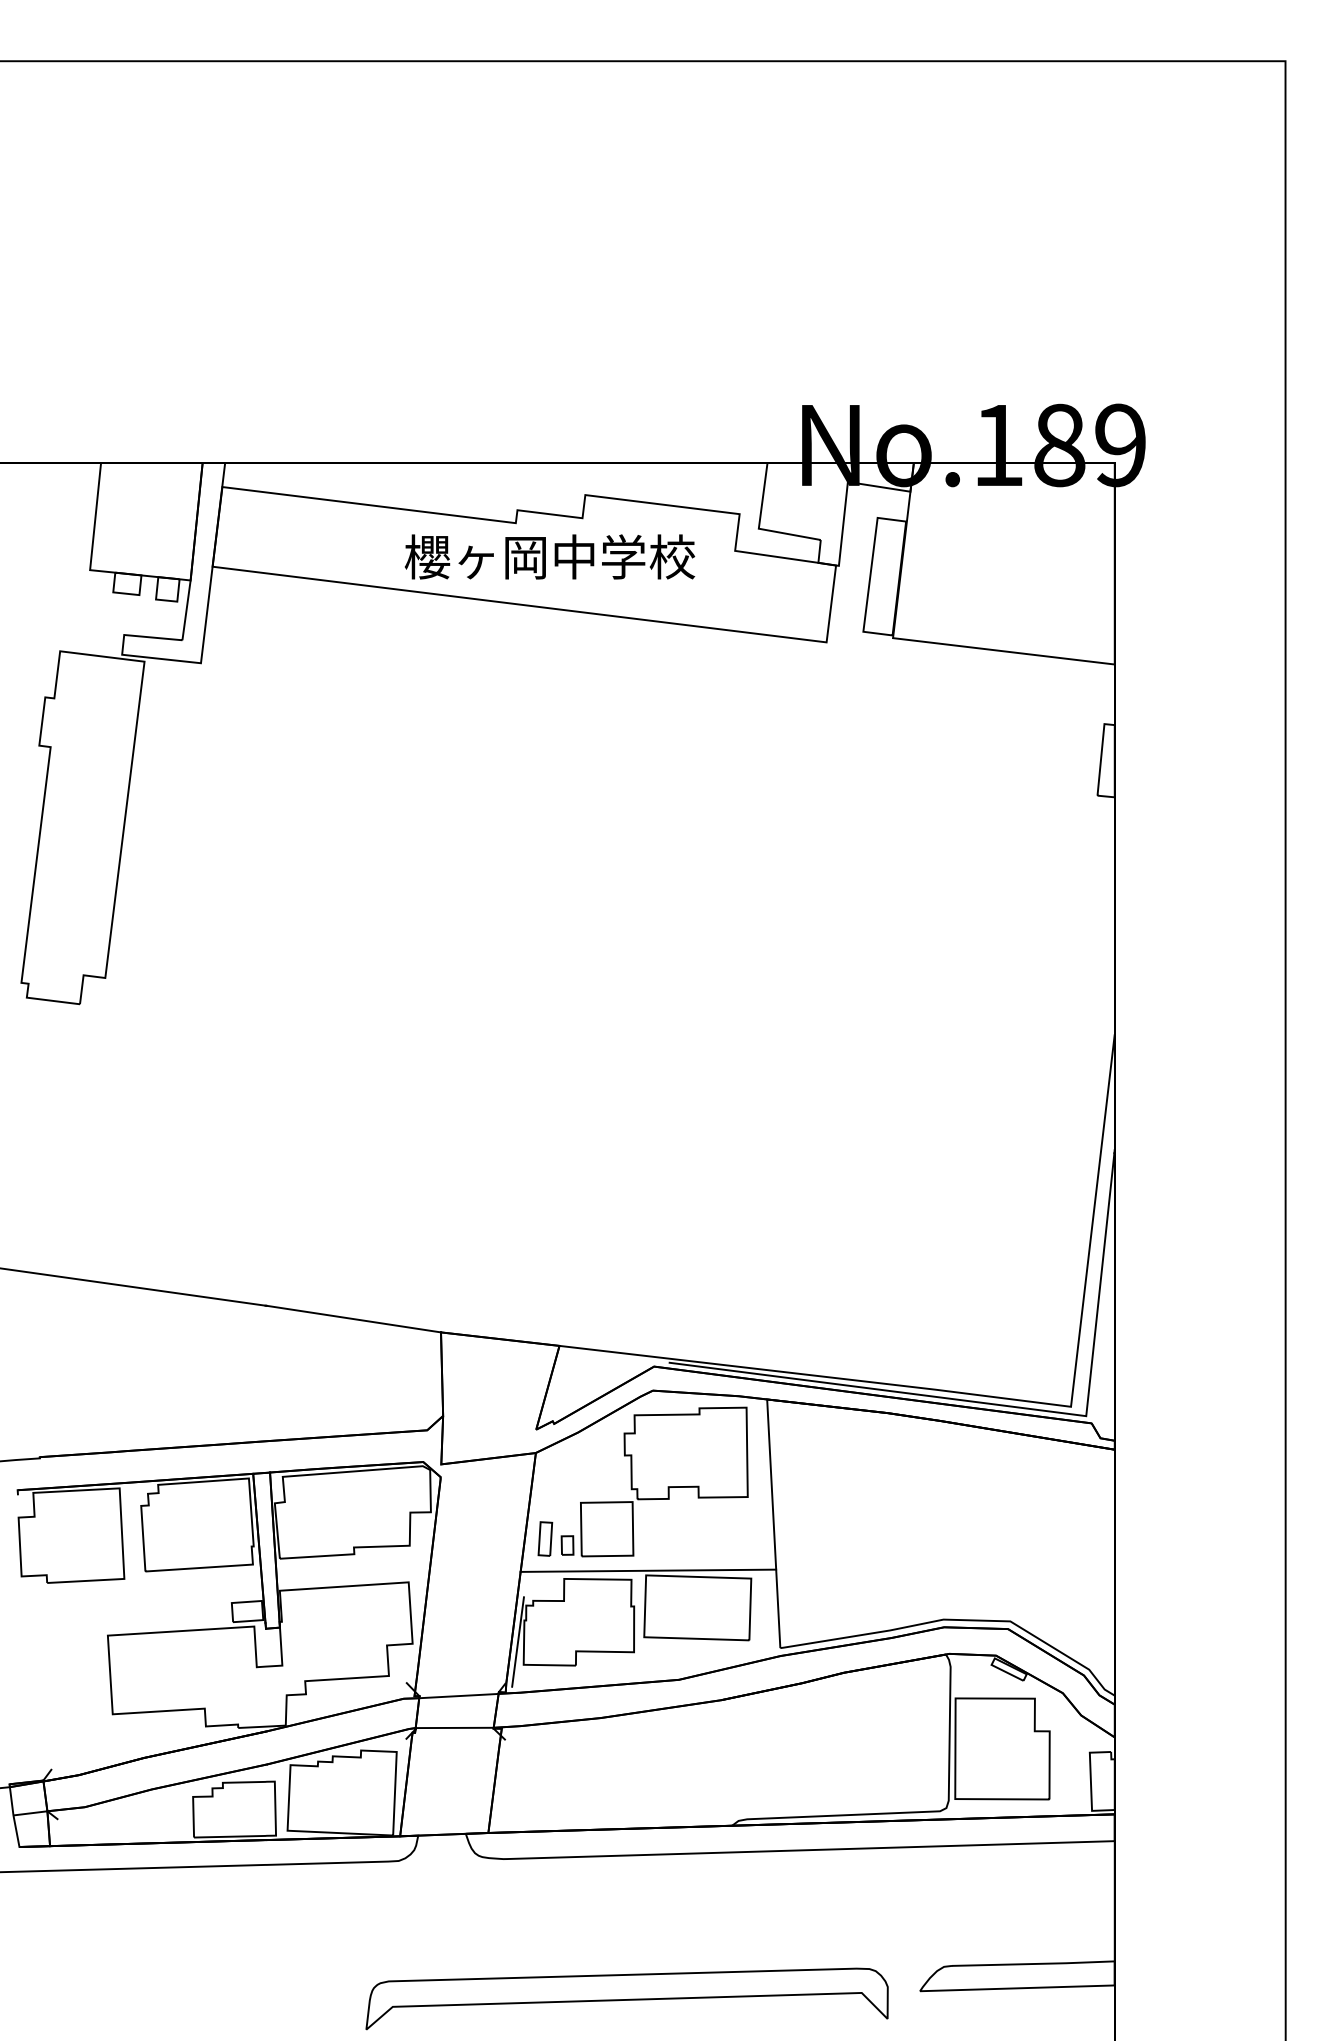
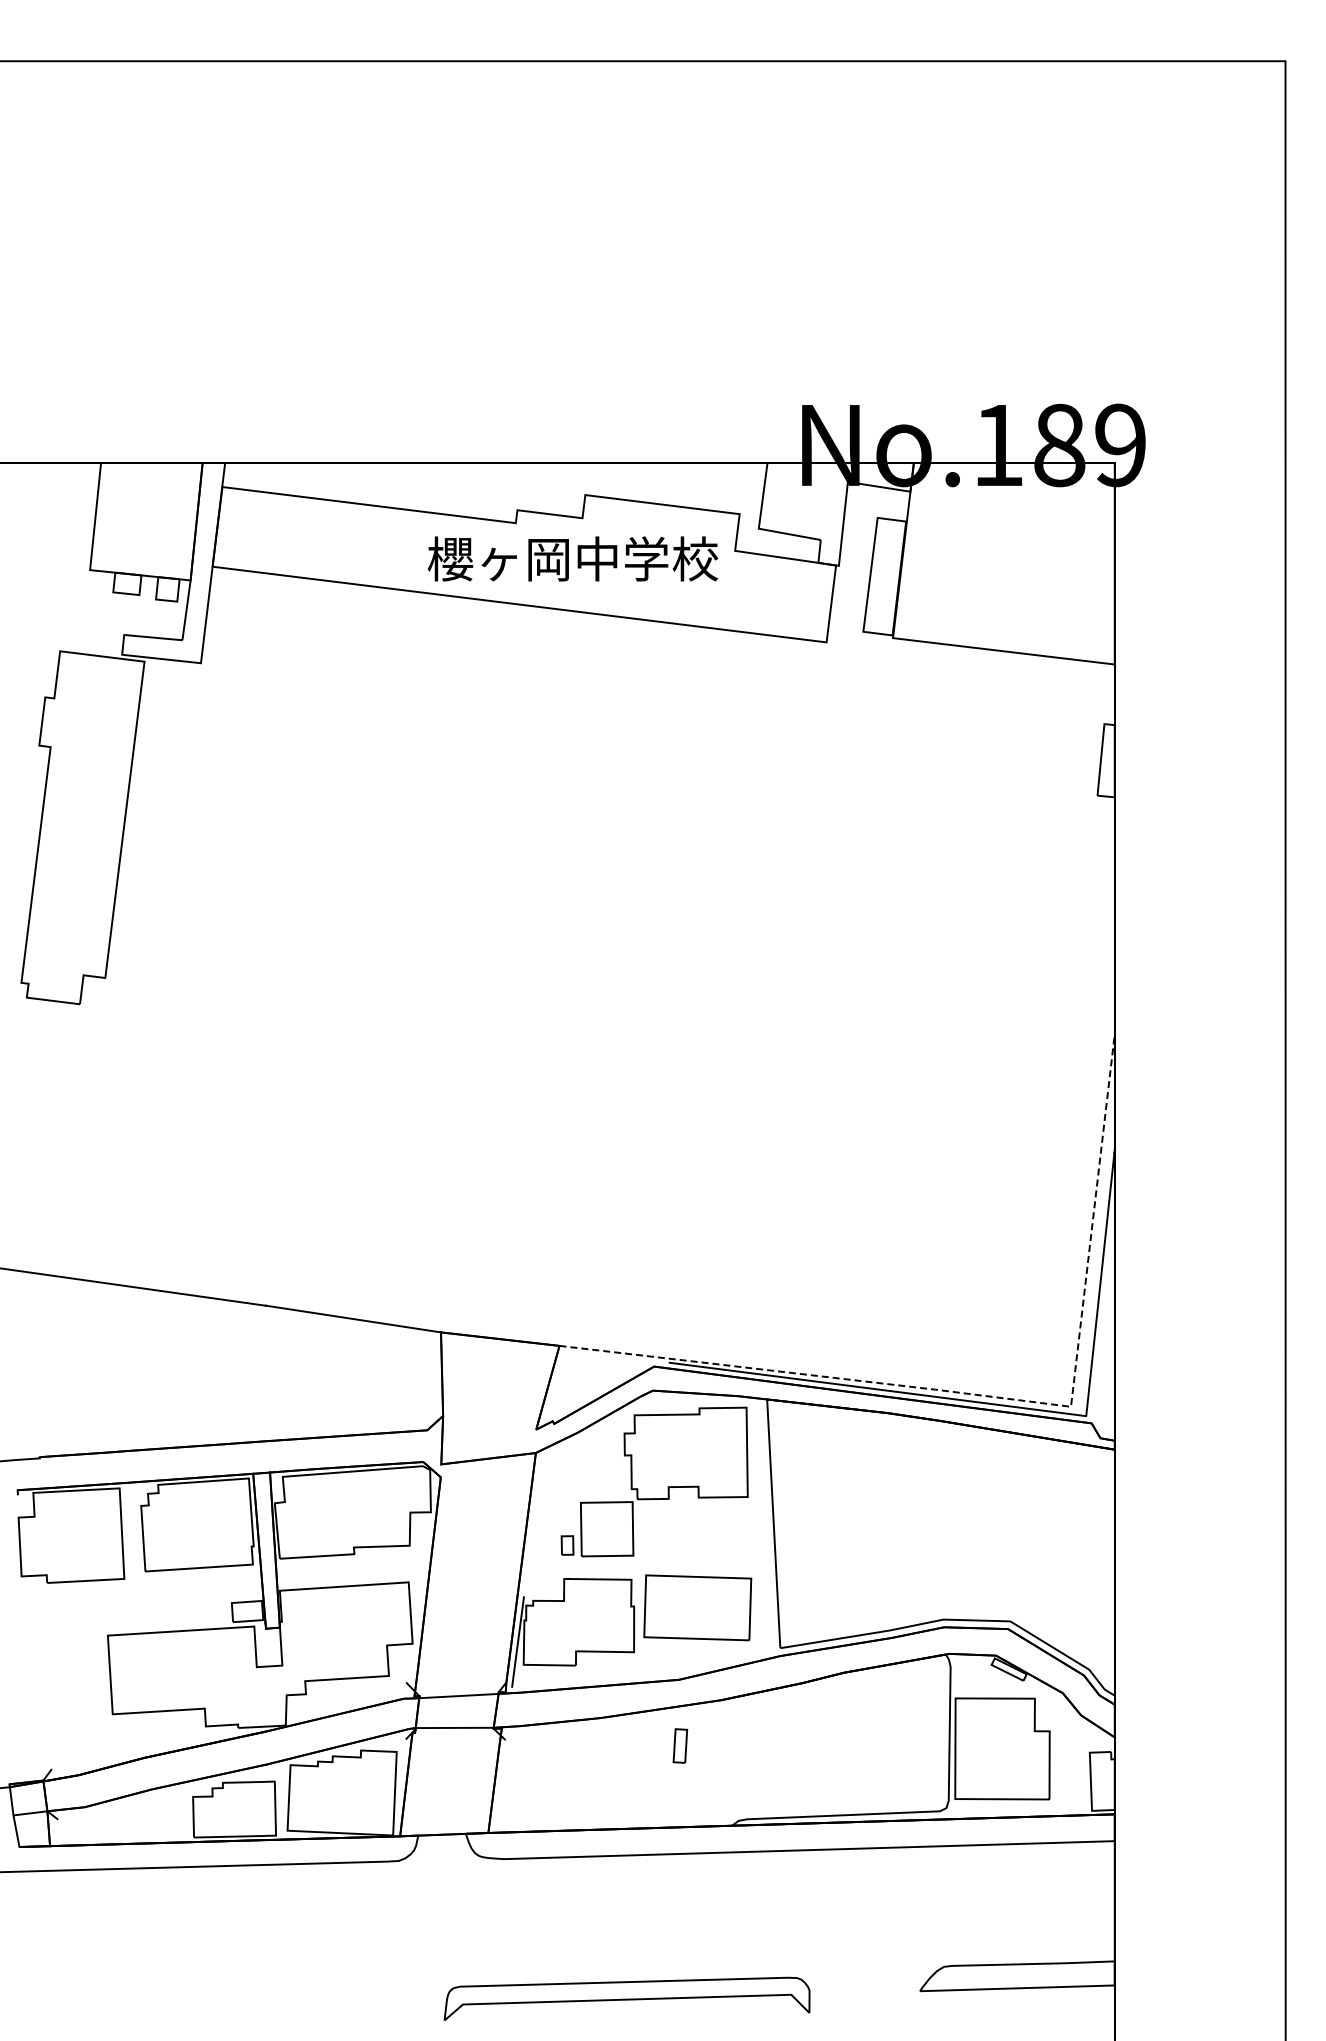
text at (549, 556) position: (549, 556) -> (572, 558)
line at (1001, 1398): solid -> dashed
part at (545, 1538) position: (545, 1538) -> (680, 1745)
line at (648, 1570): present -> none
part at (626, 1998) size: 524x64 px -> 368x45 px
